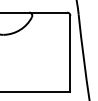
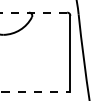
line at (33, 12): solid -> dashed
line at (35, 92): solid -> dashed
